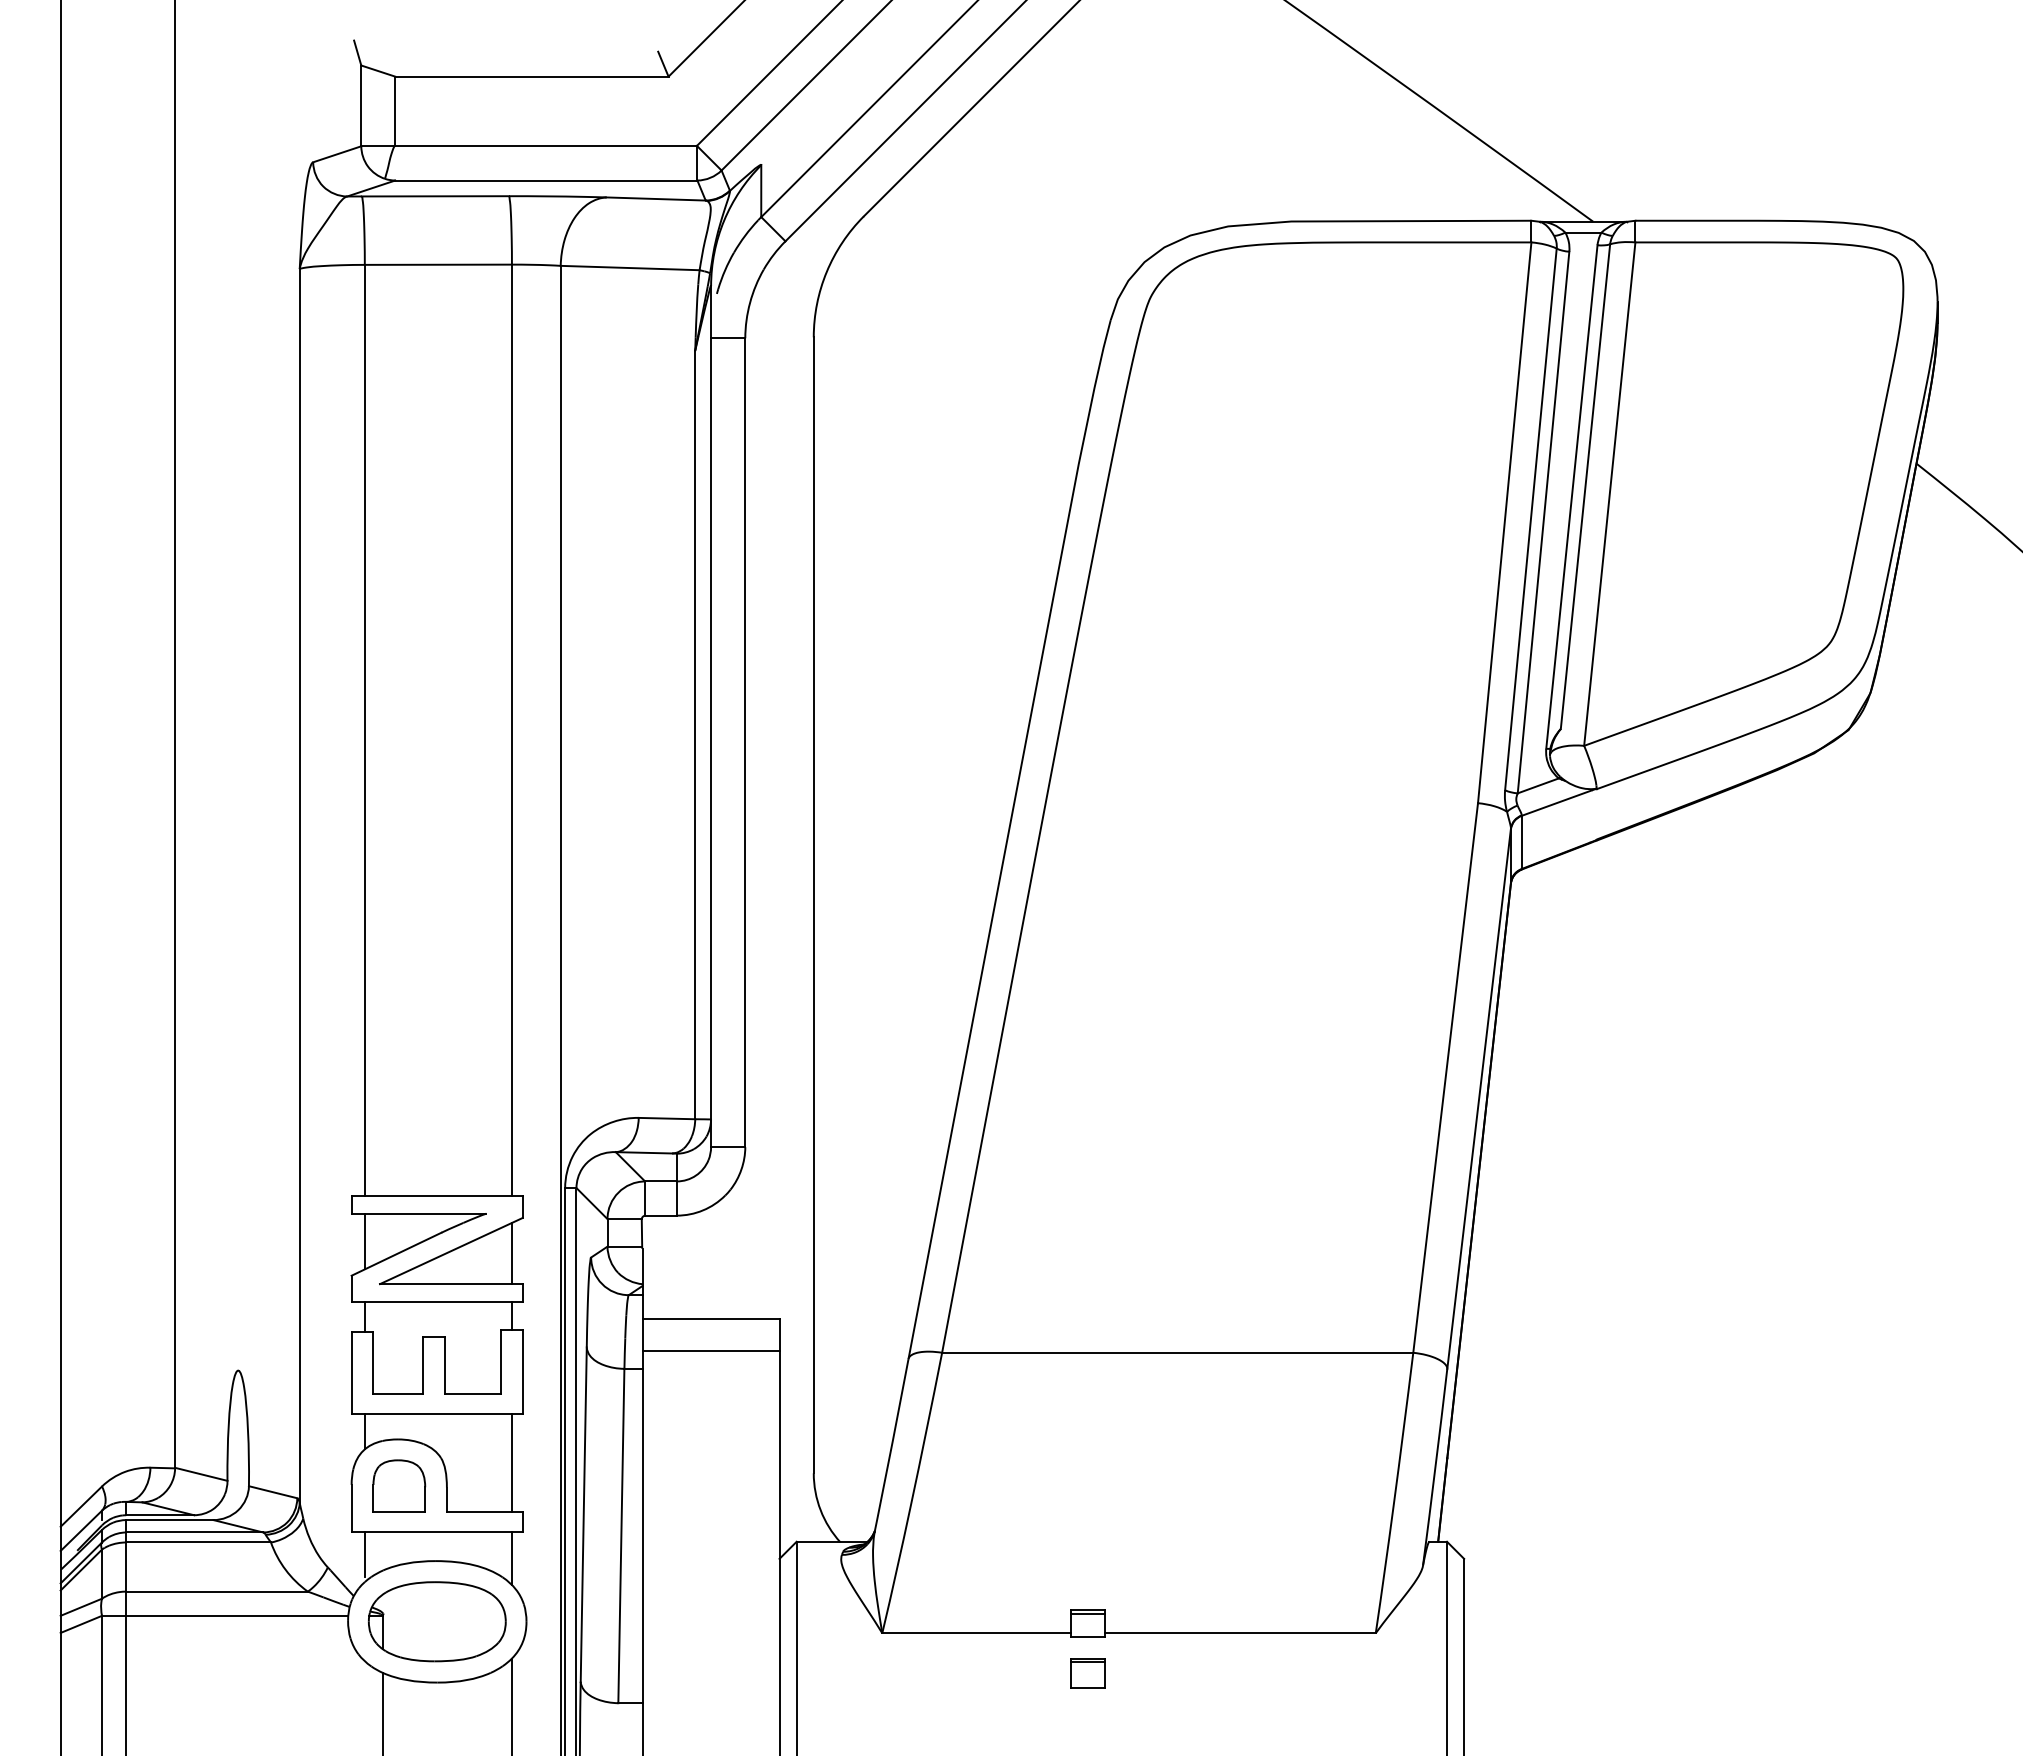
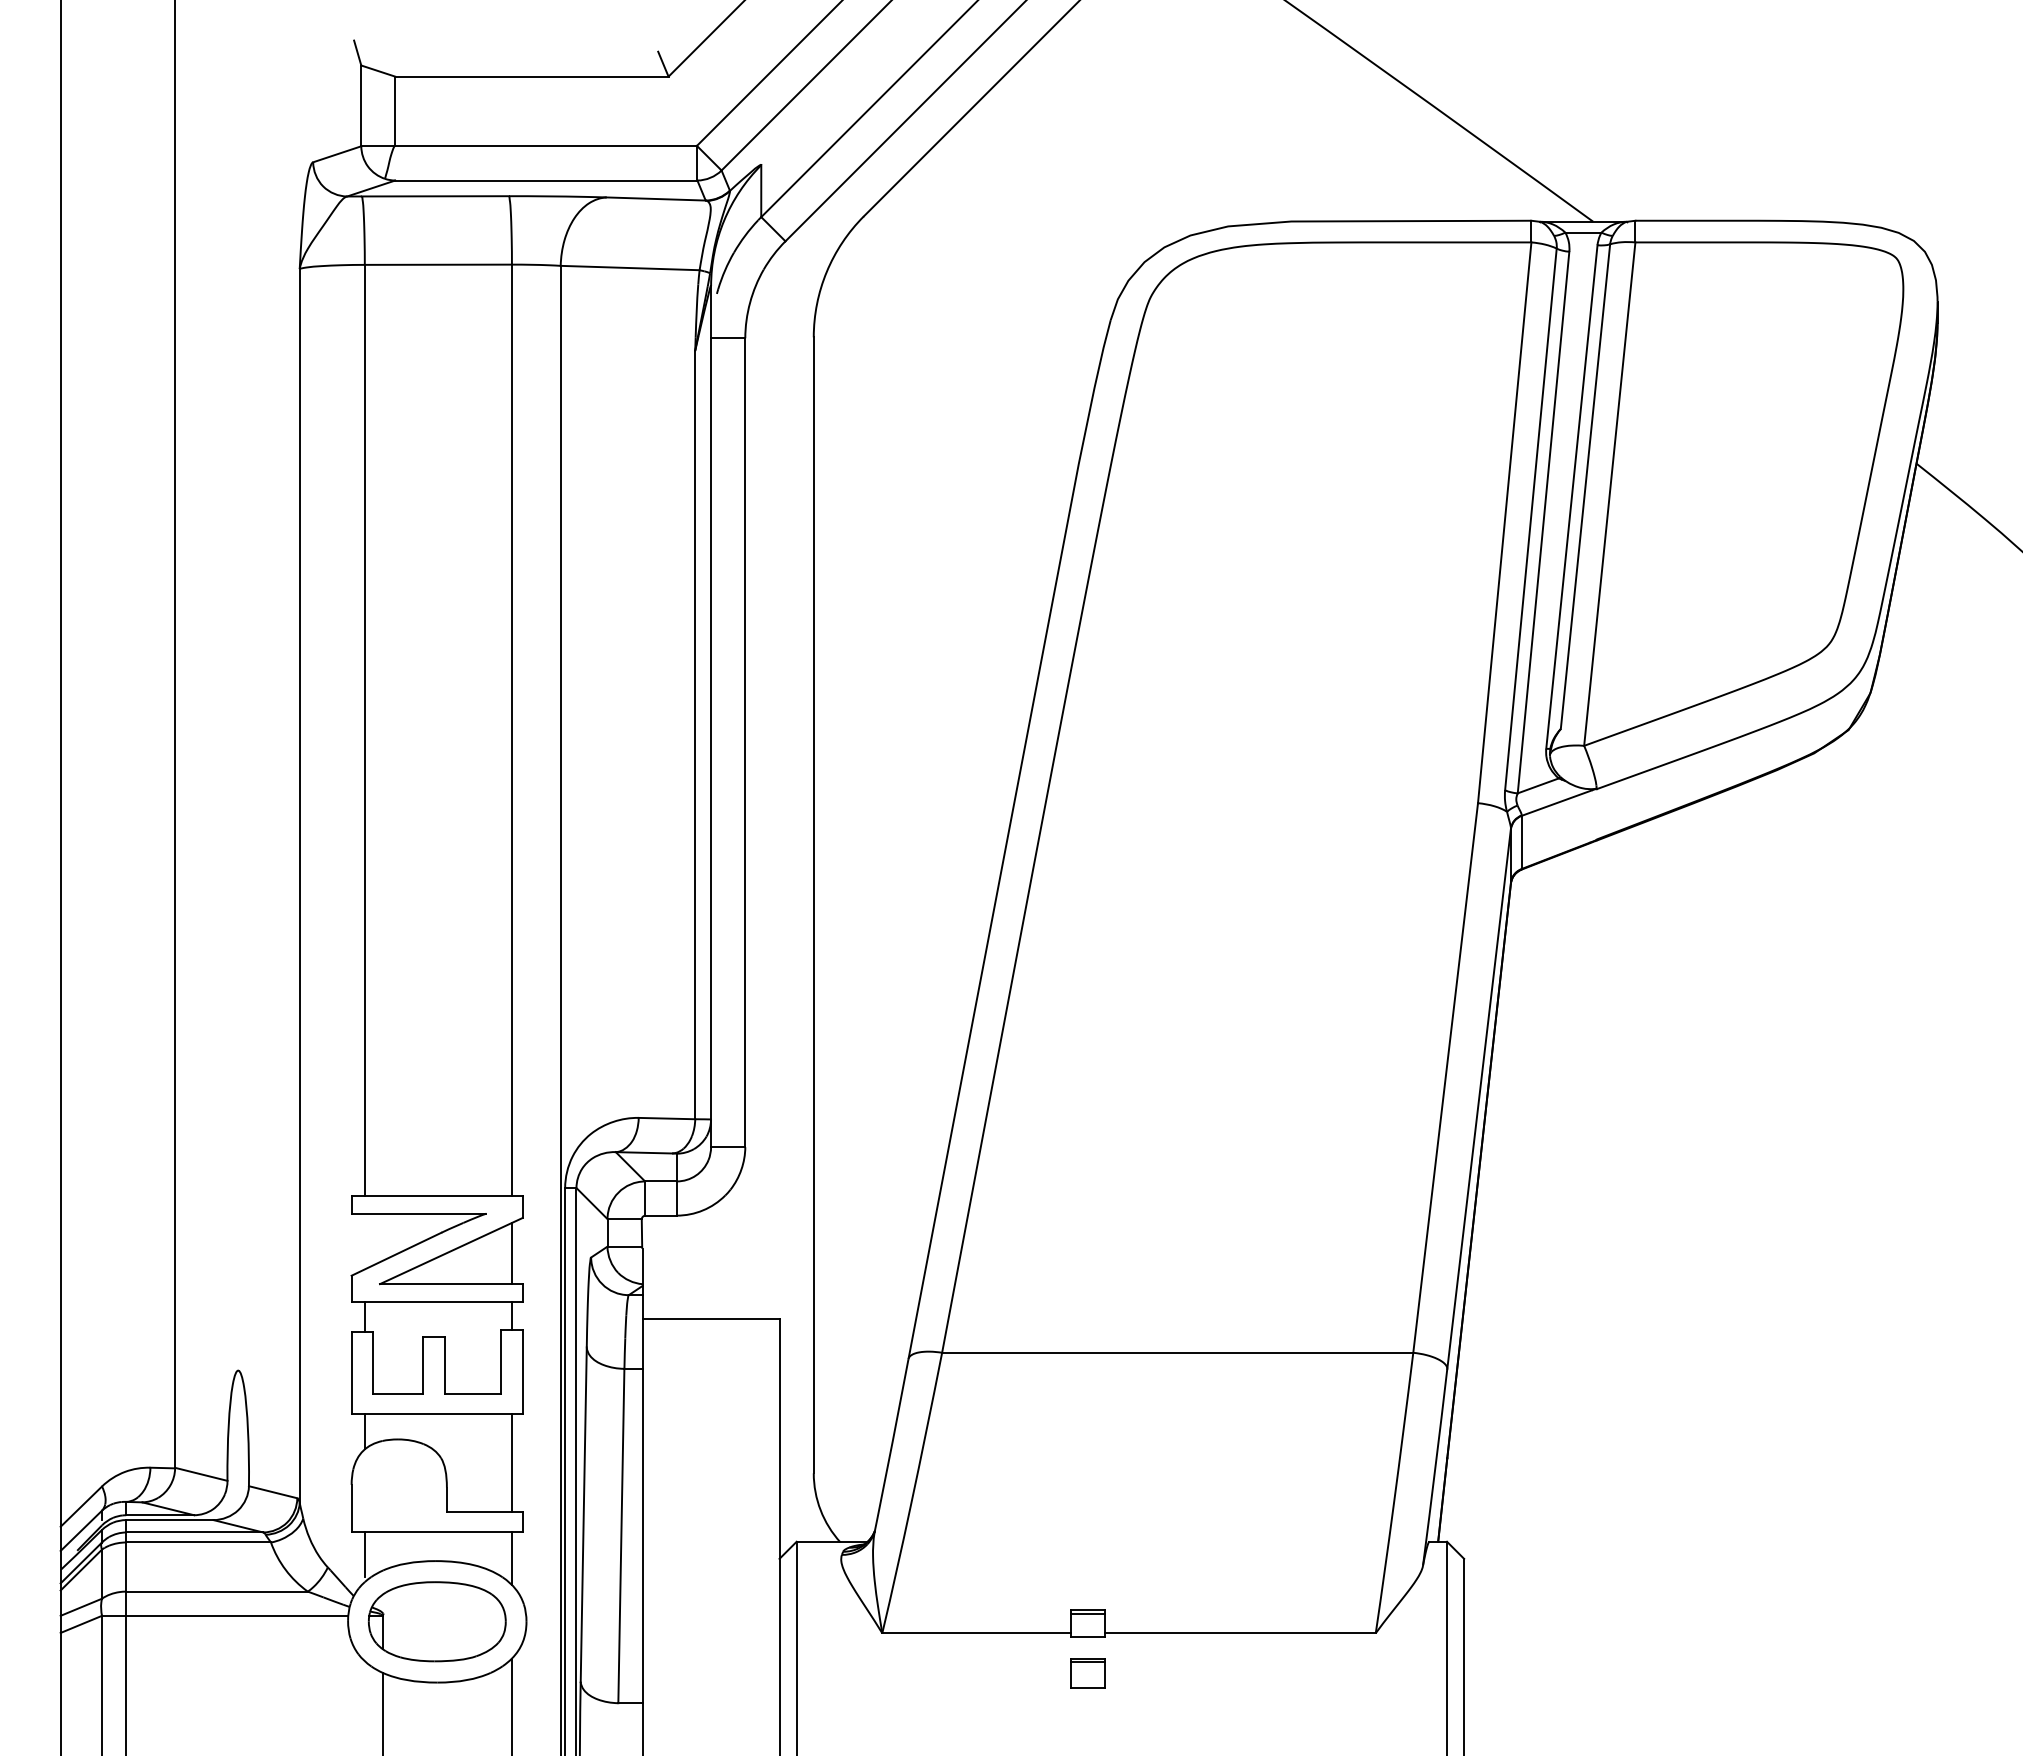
line at (364, 1241): present -> none
line at (710, 1351): present -> none
part at (399, 1485): present -> none
